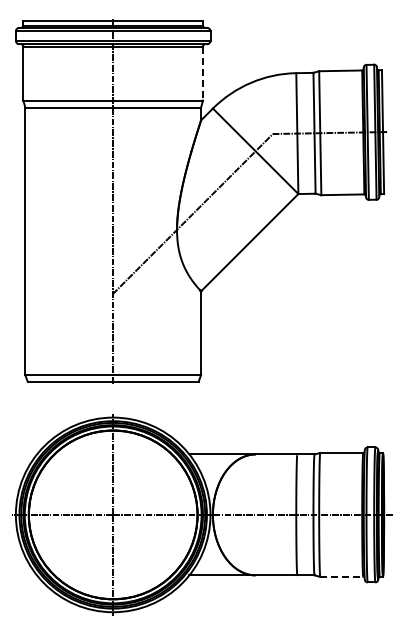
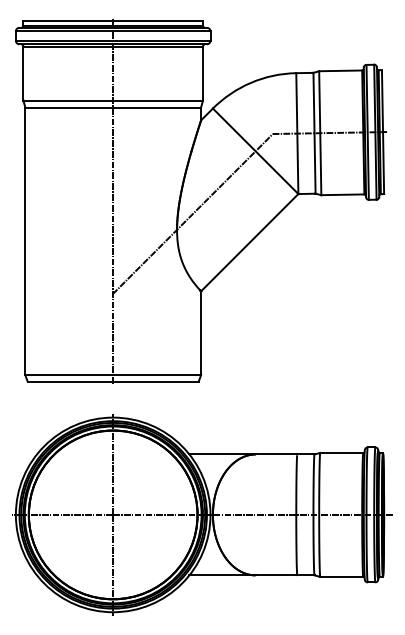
line at (202, 74): dashed -> solid
line at (341, 576): dashed -> solid
